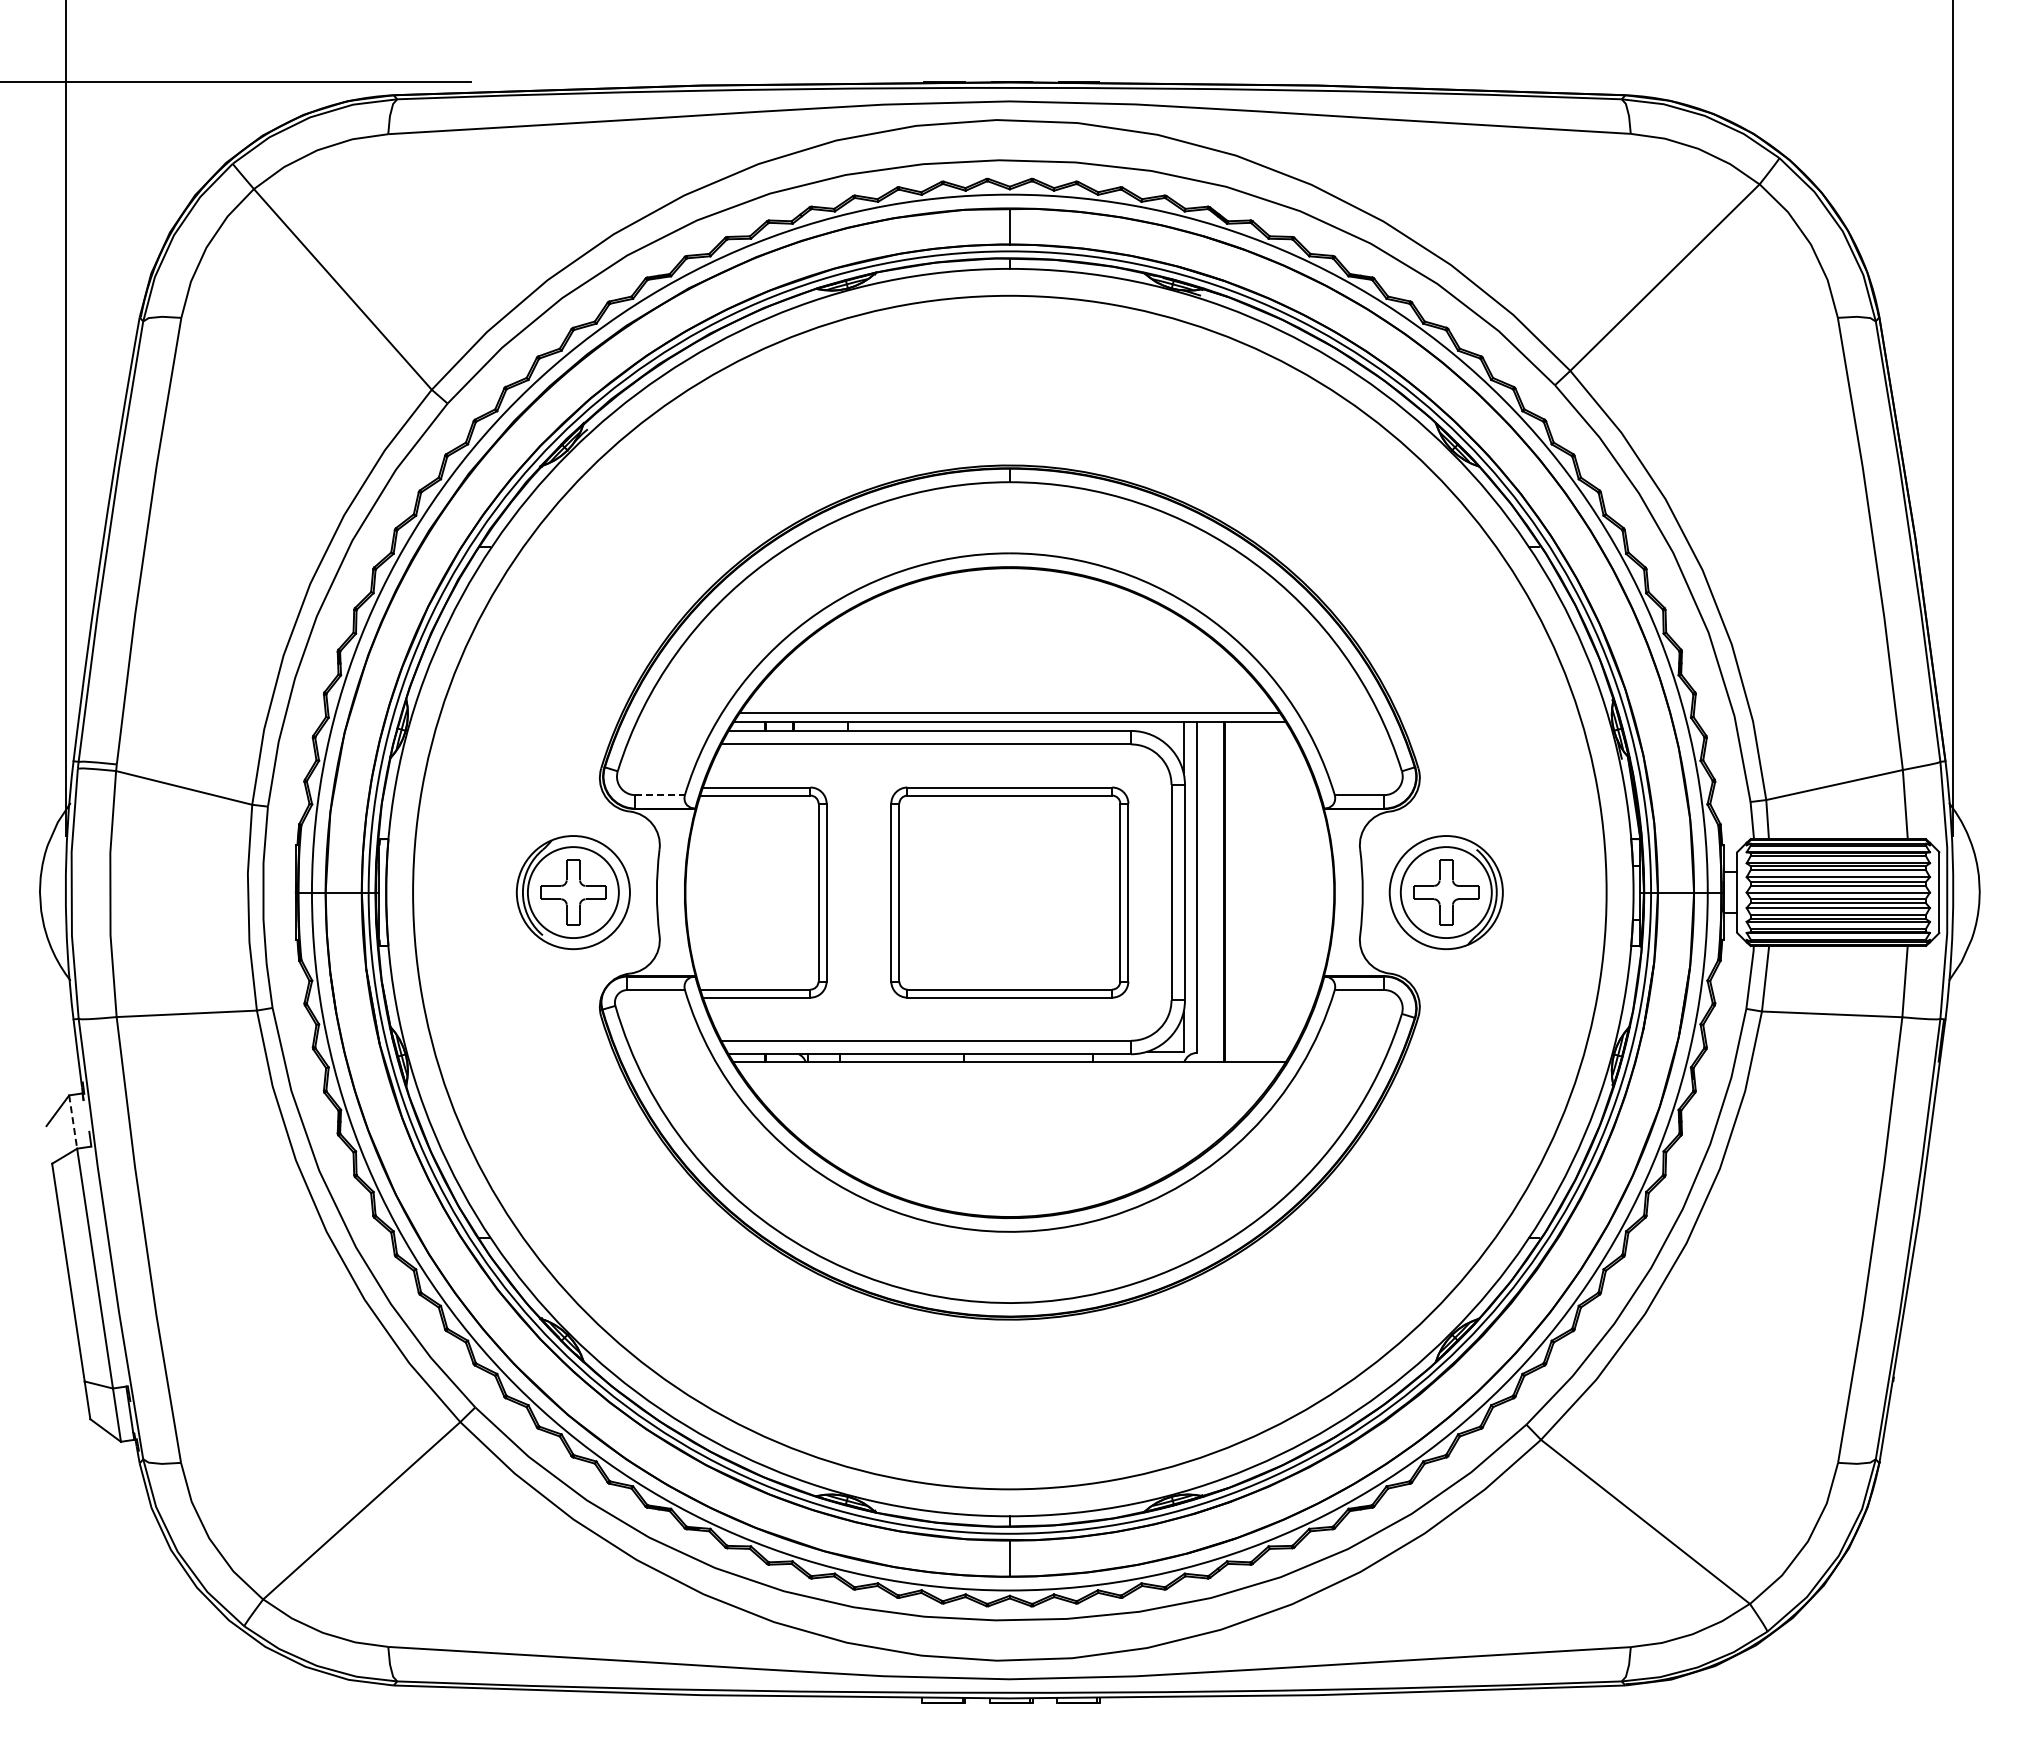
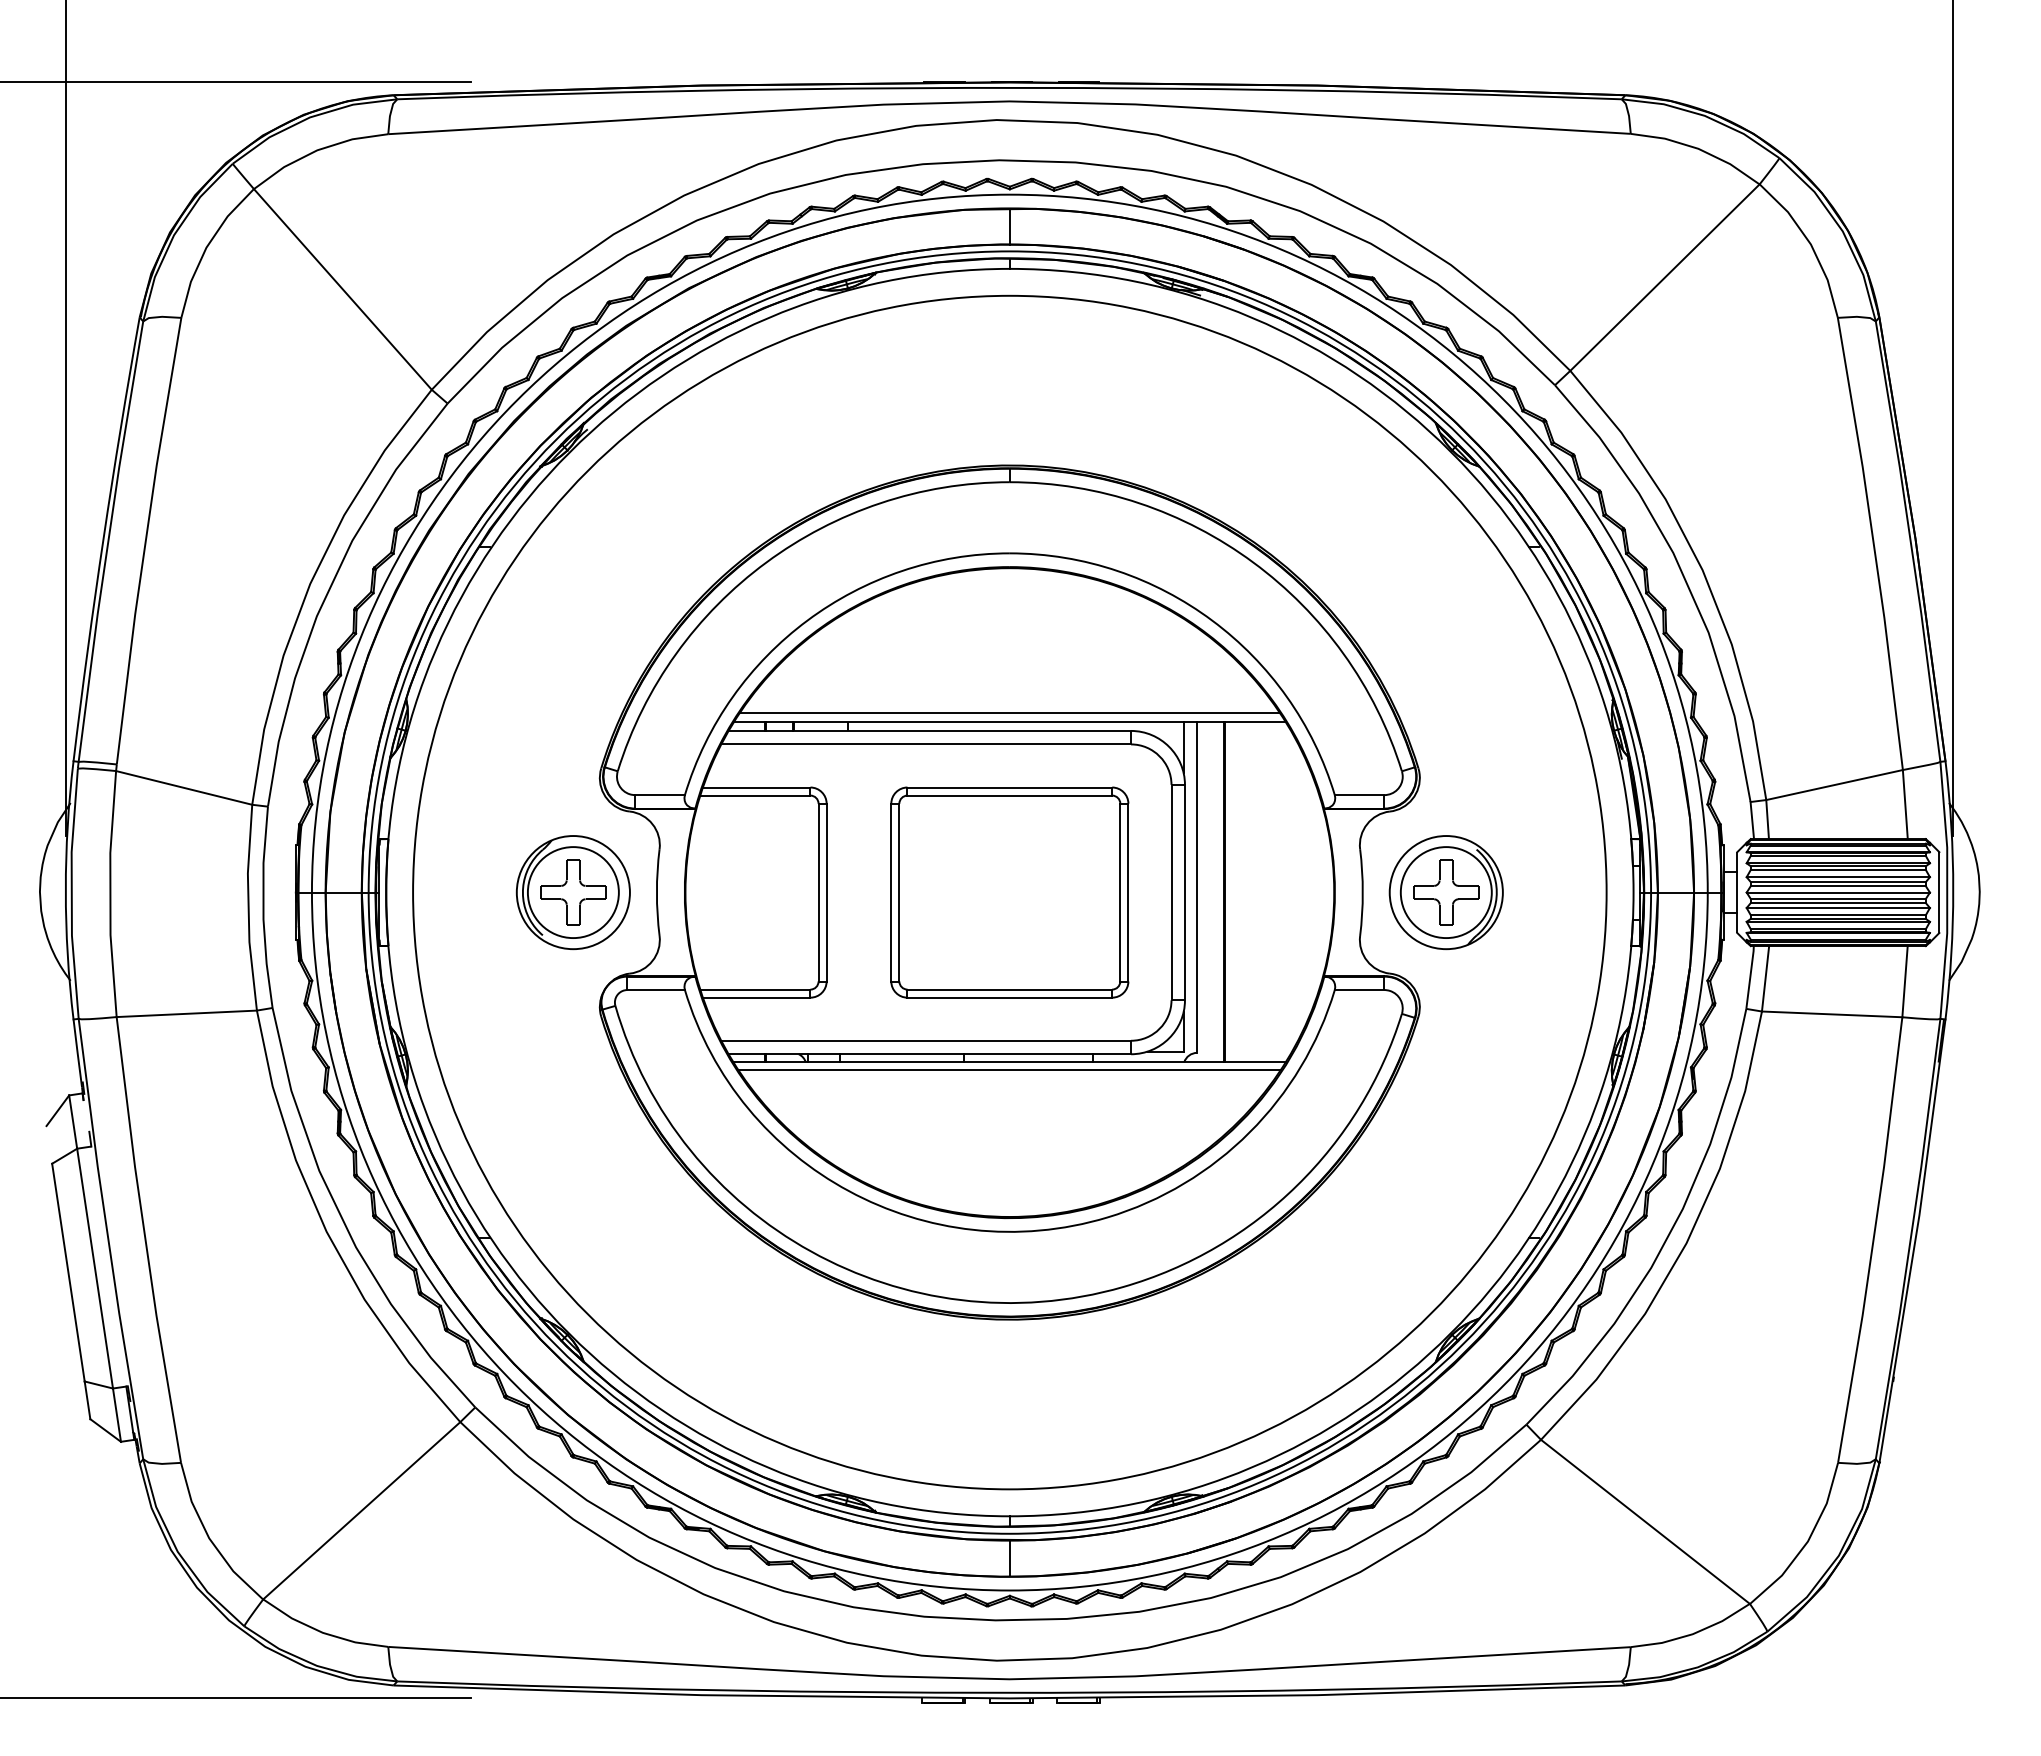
line at (660, 795): dashed -> solid
line at (1009, 1070): none -> present
line at (73, 1122): dashed -> solid
line at (236, 1698): none -> present
